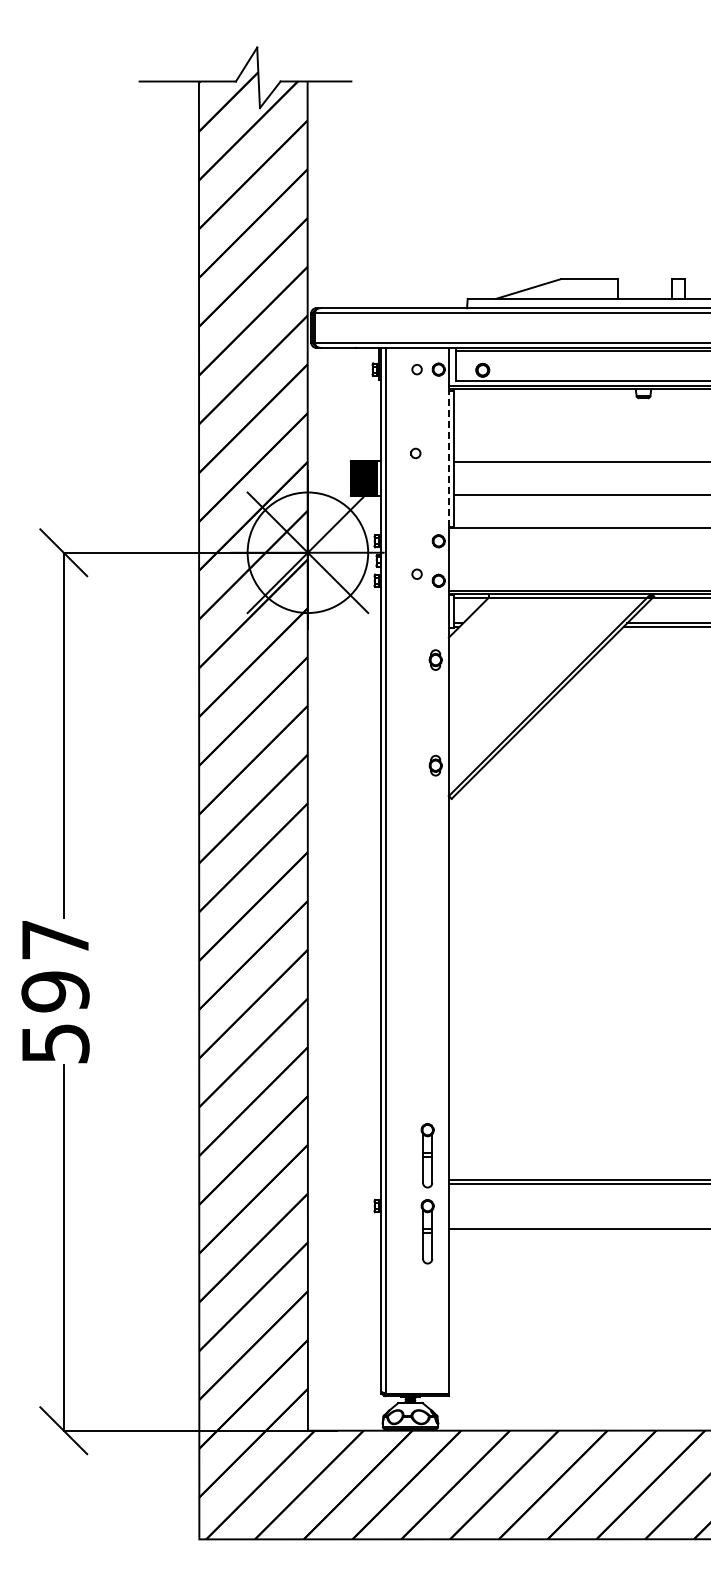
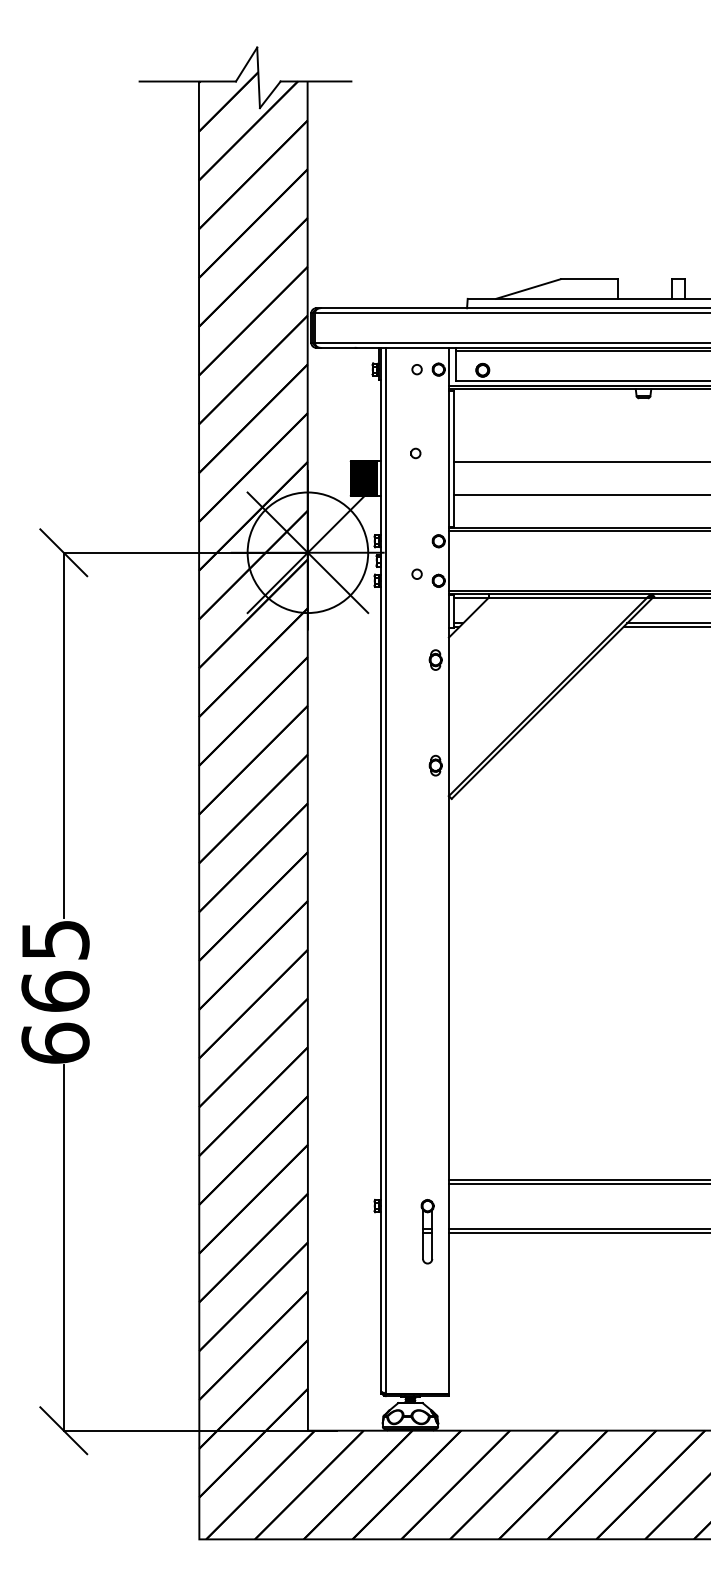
line at (448, 458): dashed -> solid
line at (577, 531): none -> present
text at (55, 992): 597 -> 665
part at (427, 1155): present -> none
line at (577, 1232): none -> present
